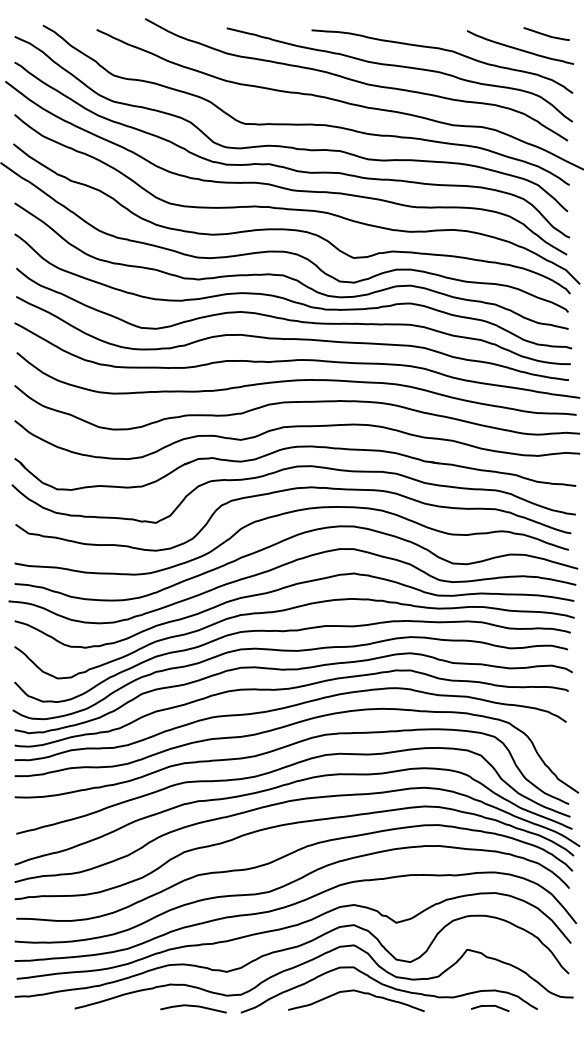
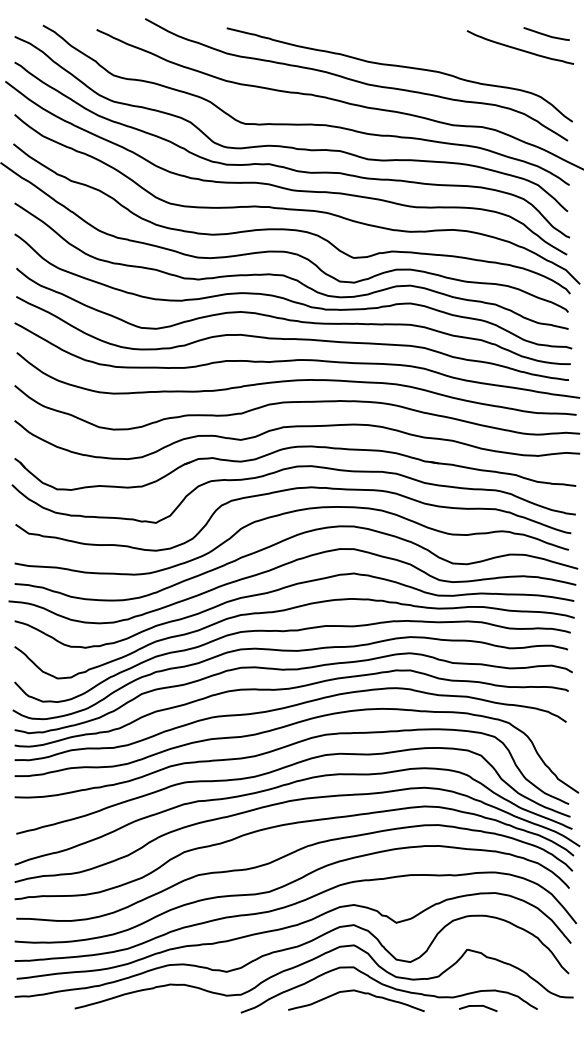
curve at (446, 51): present -> none
curve at (193, 1006): present -> none
line at (490, 1006) position: (490, 1006) -> (478, 1006)
